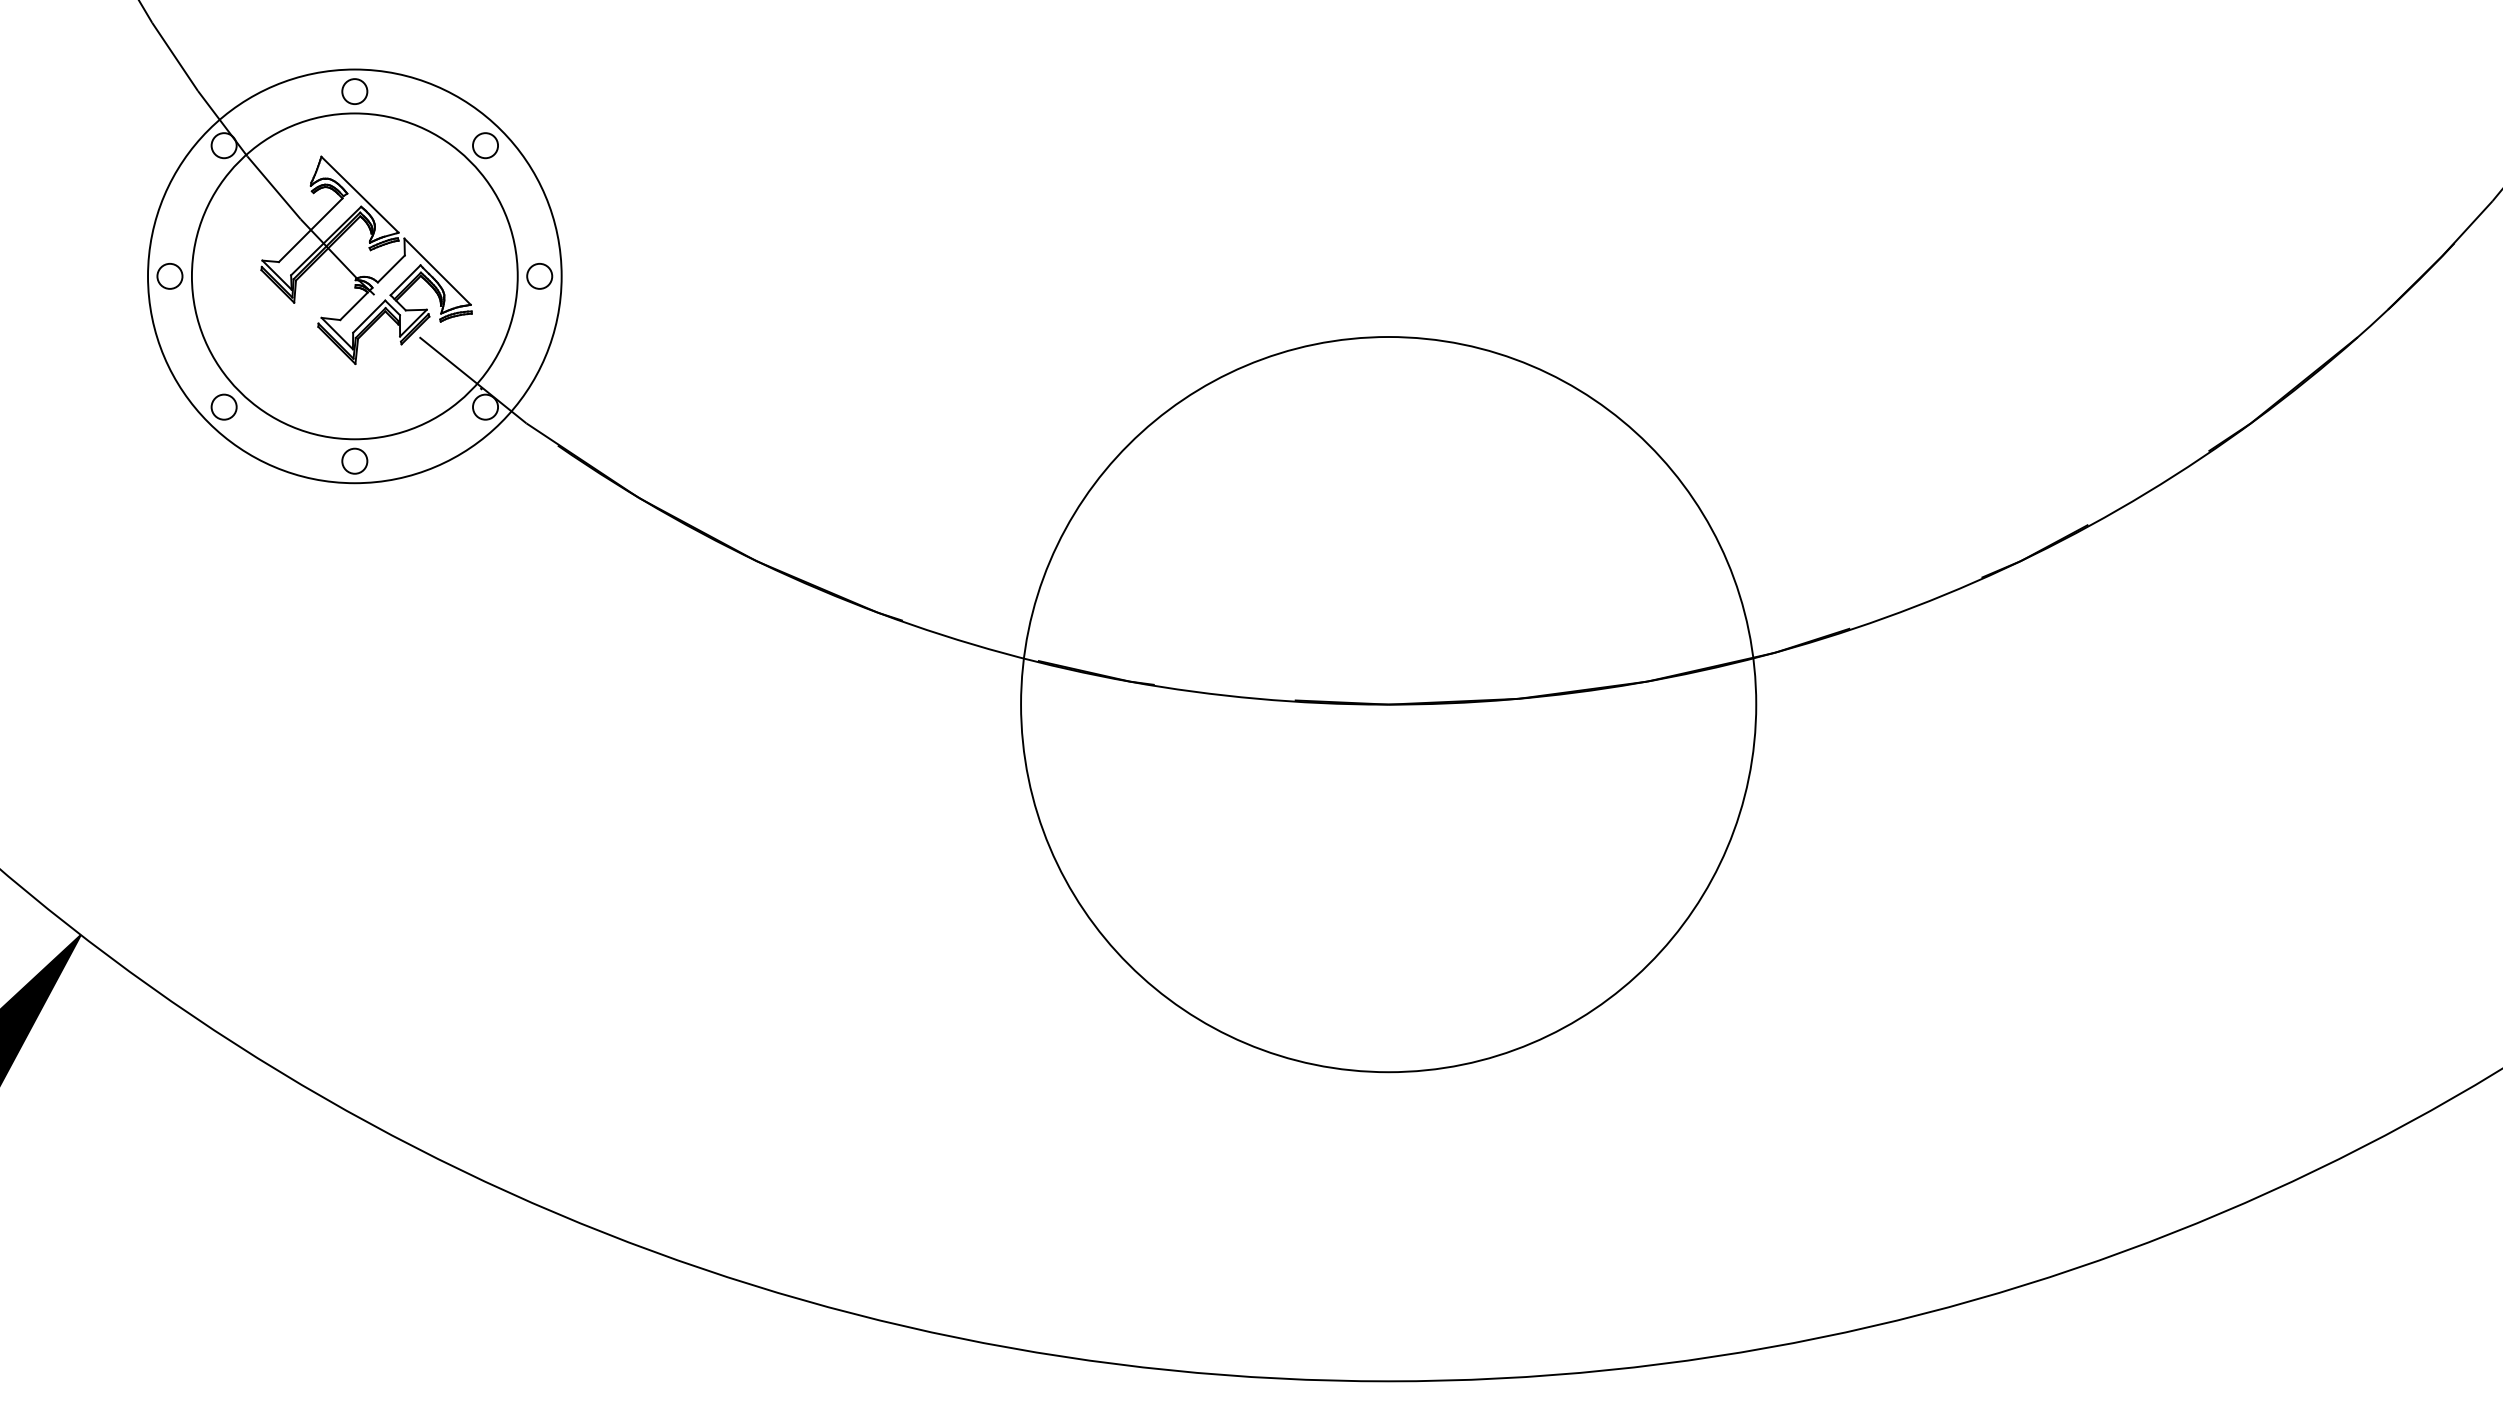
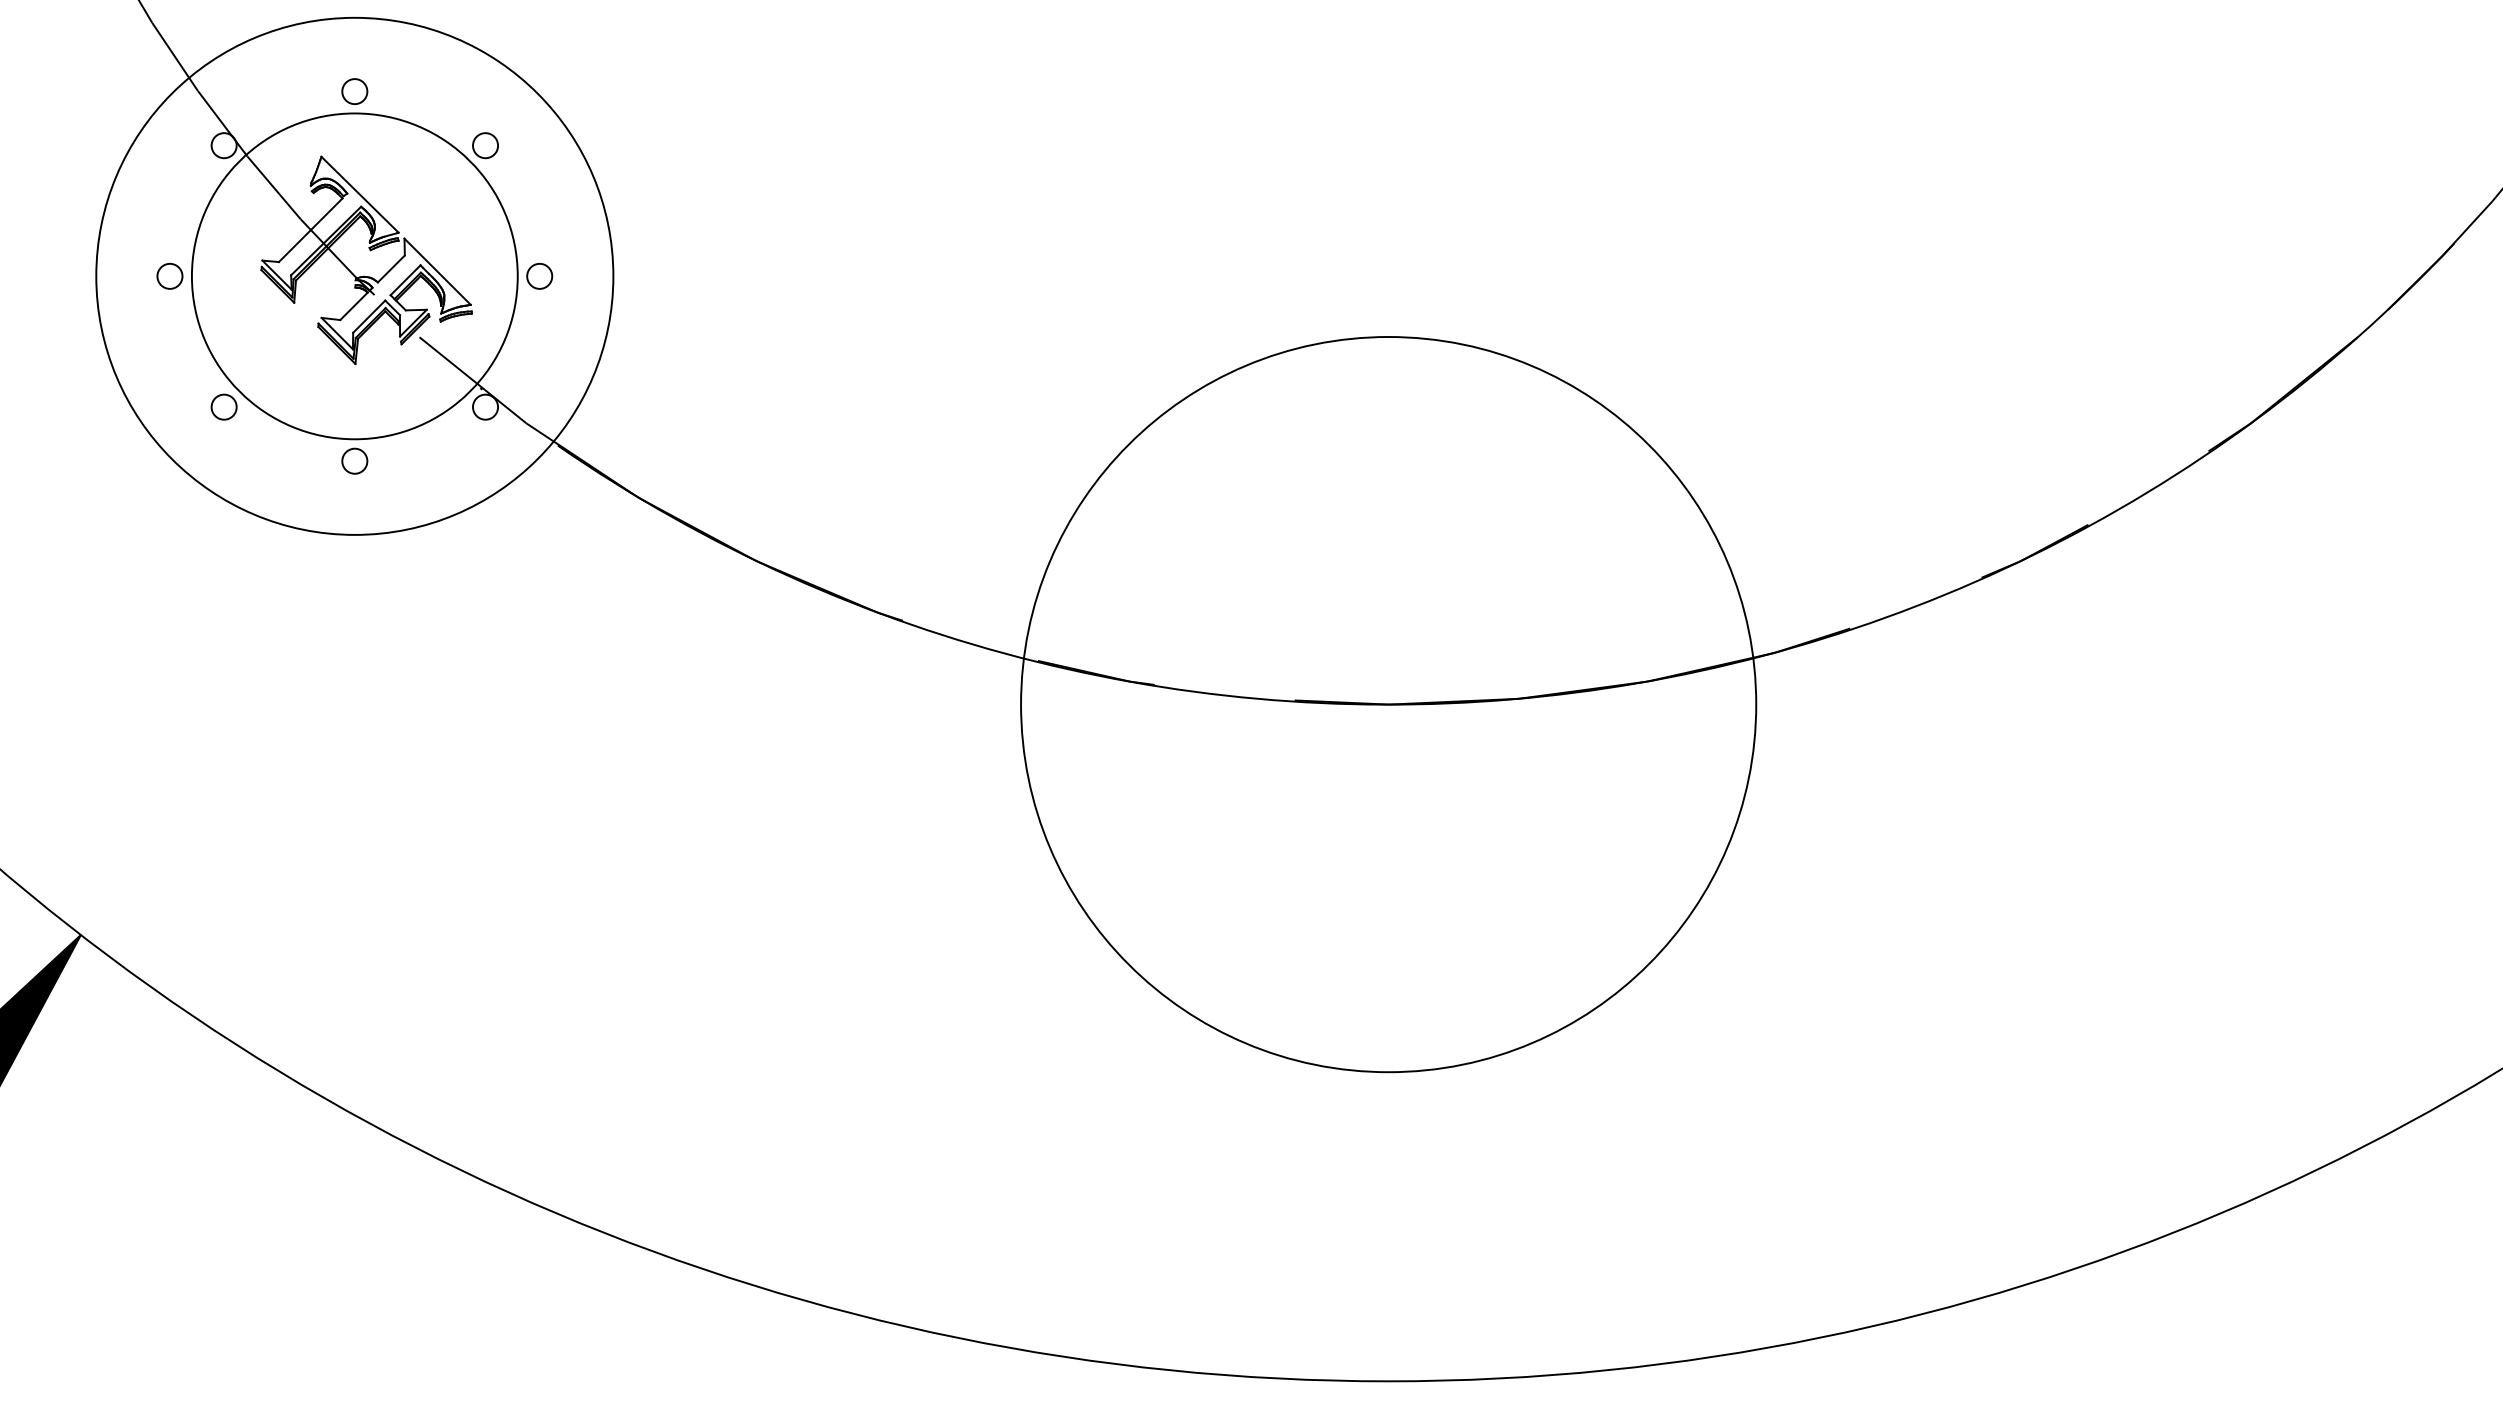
circle at (354, 276) diameter: 414 px -> 517 px
